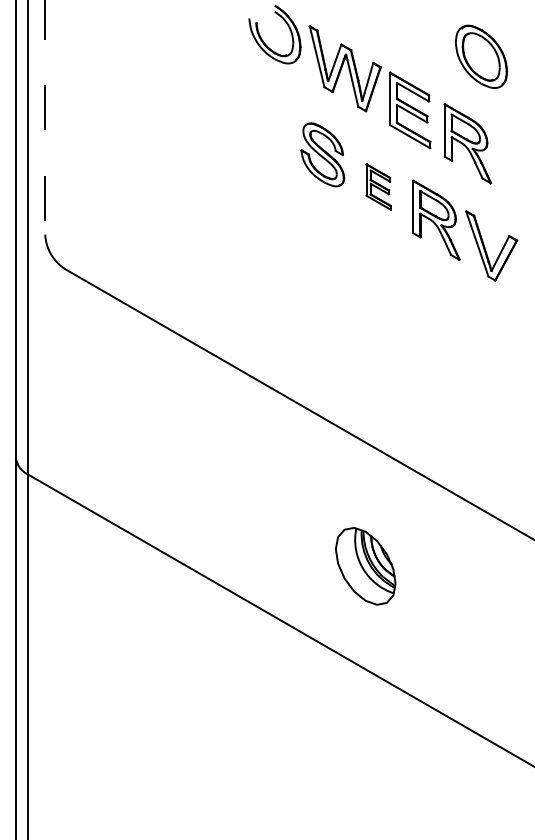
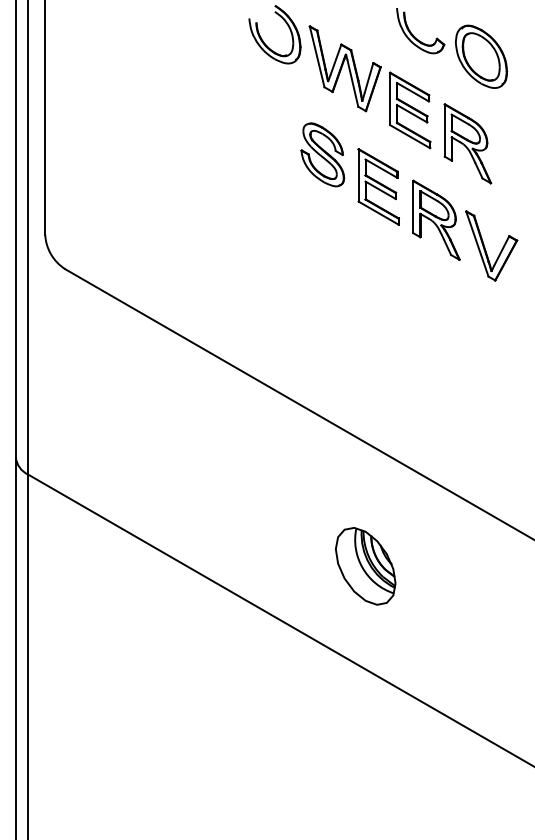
part at (414, 35): none -> present
line at (45, 117): dashed -> solid
part at (378, 186) size: 27x48 px -> 43x78 px
